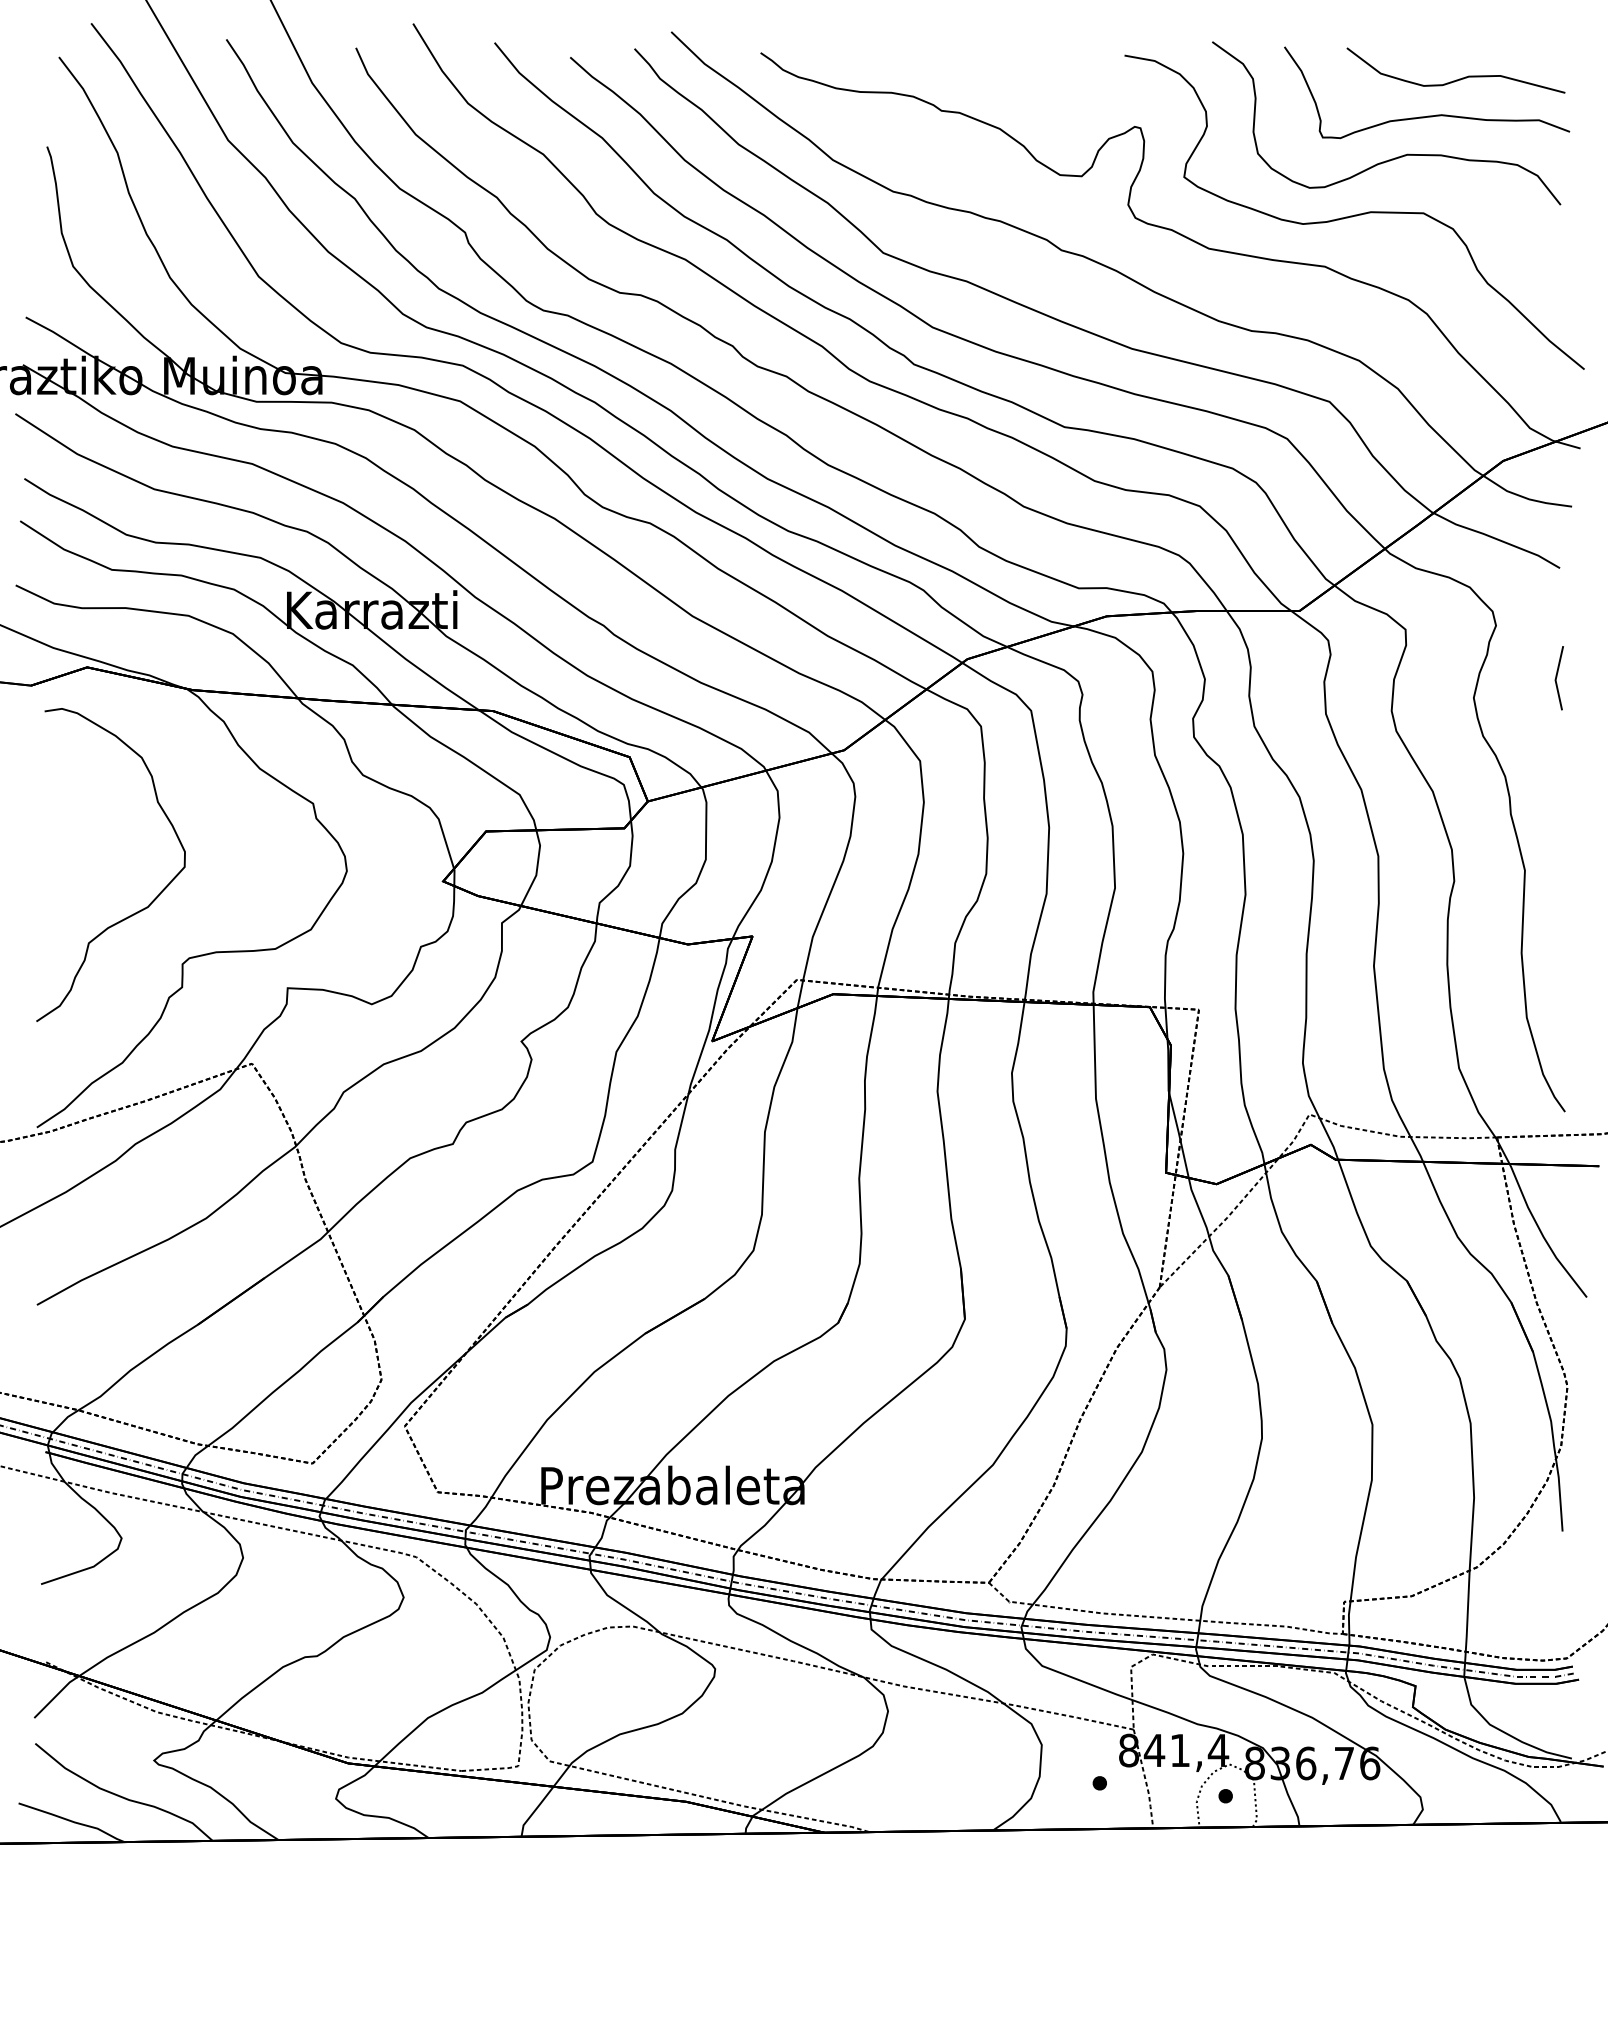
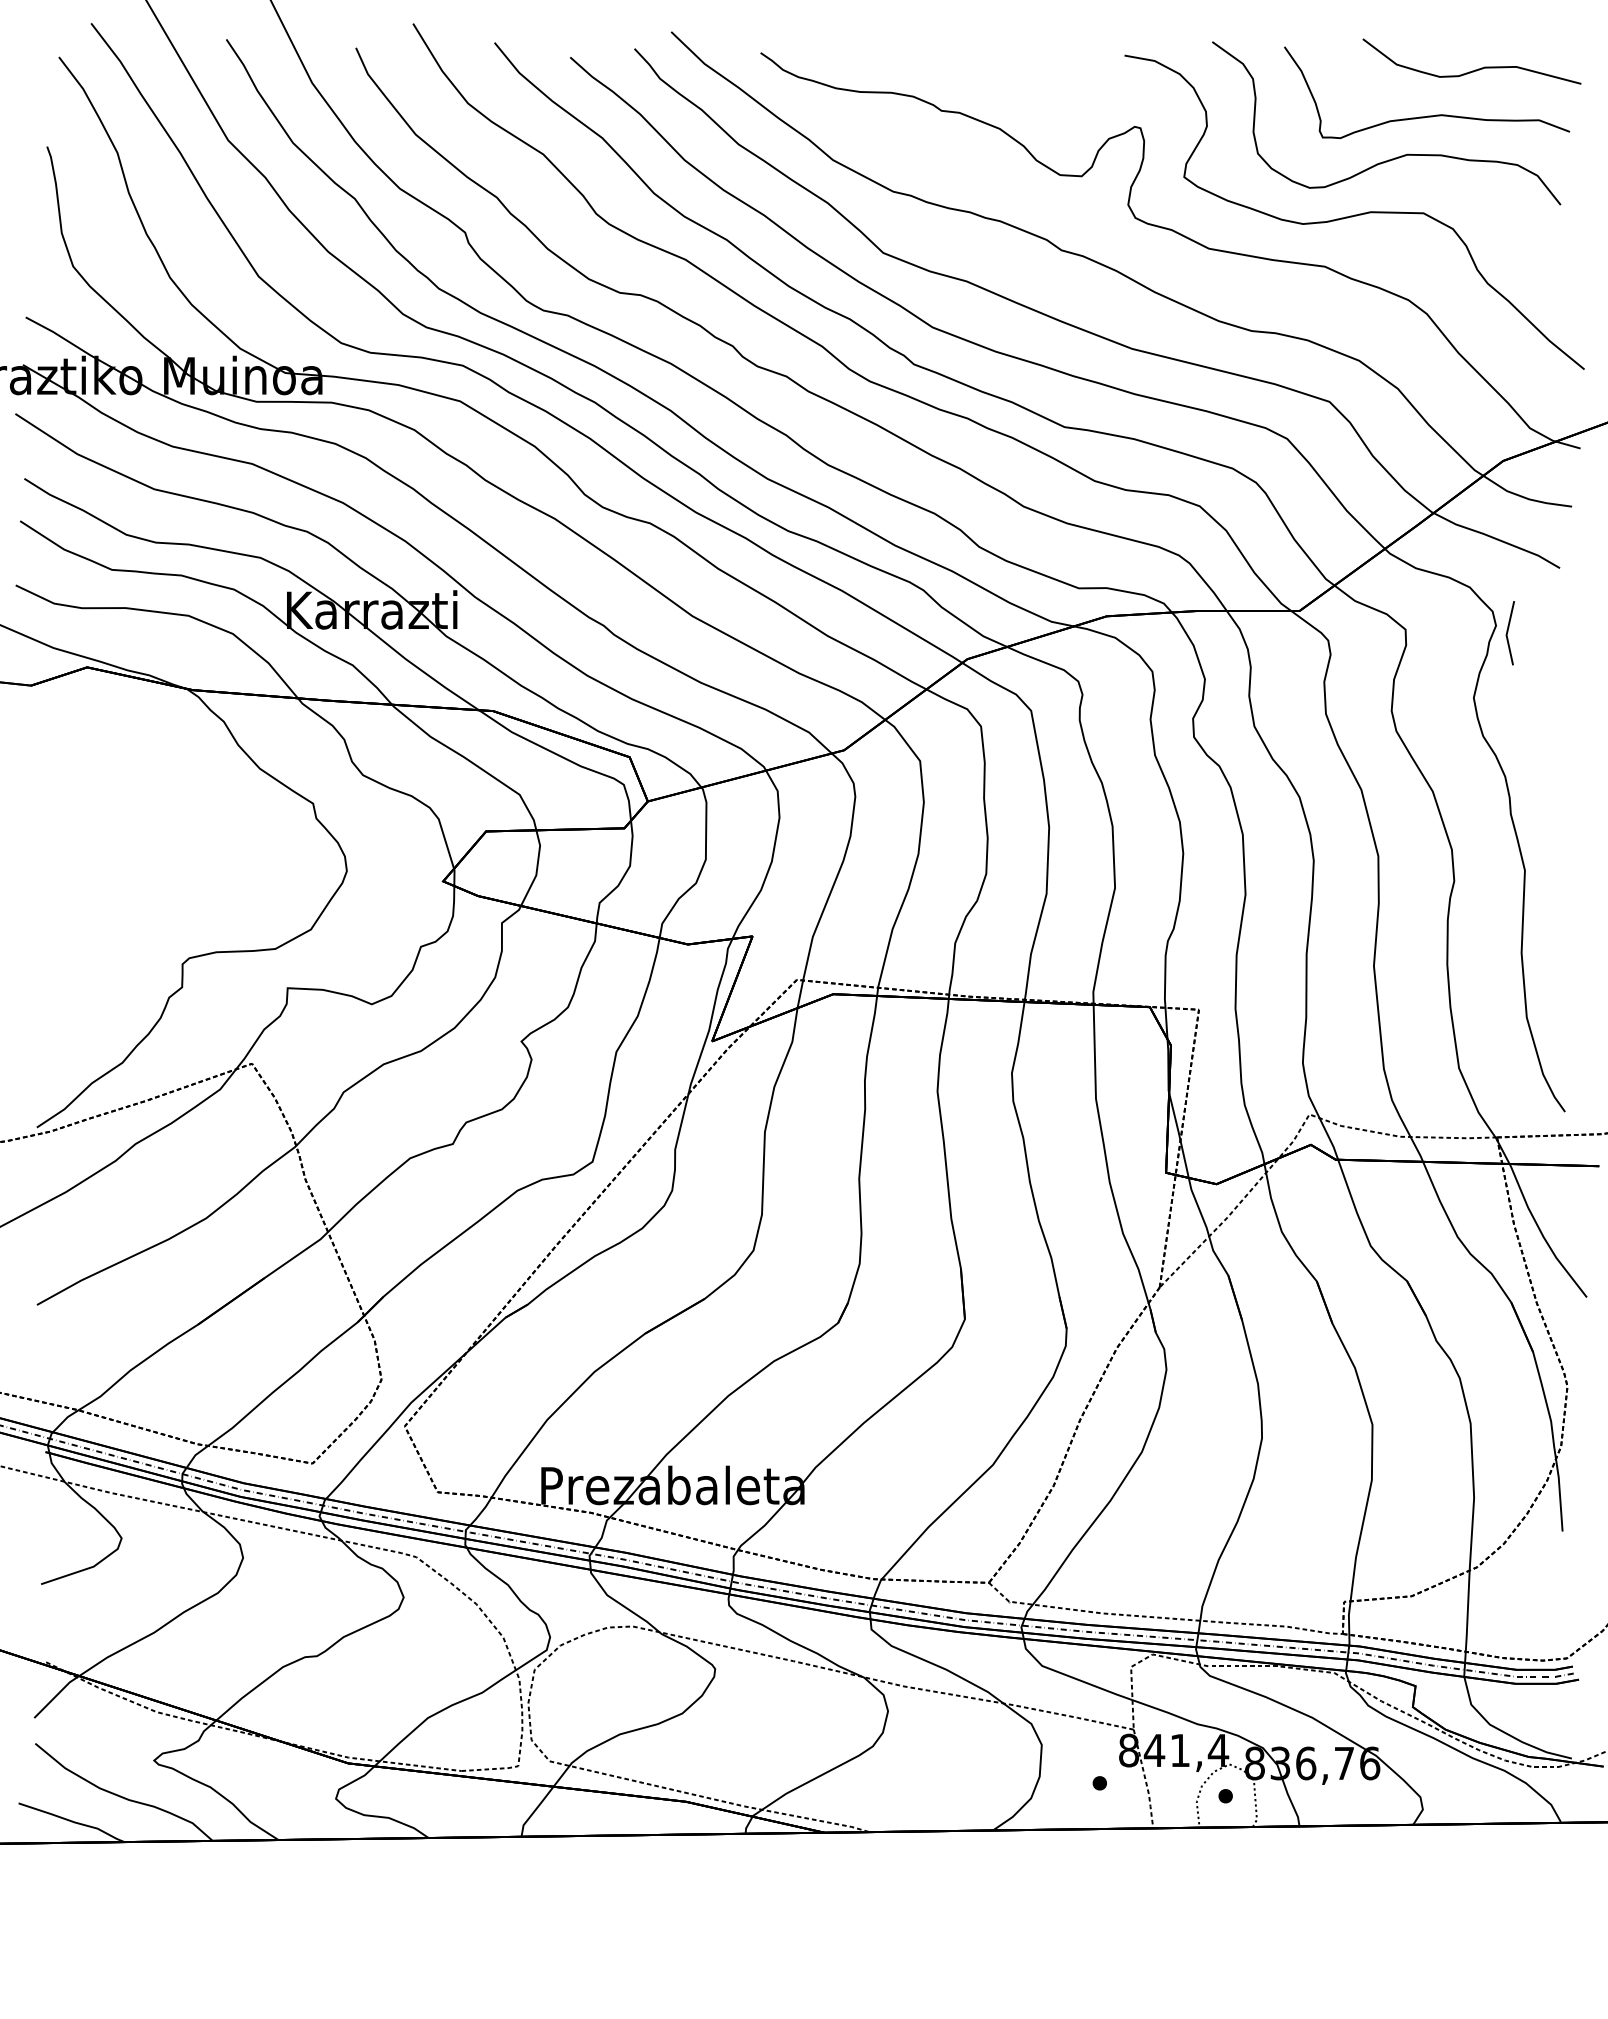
curve at (1459, 78) position: (1459, 78) -> (1475, 69)
line at (1557, 677) position: (1557, 677) -> (1508, 632)
curve at (135, 912): present -> none
